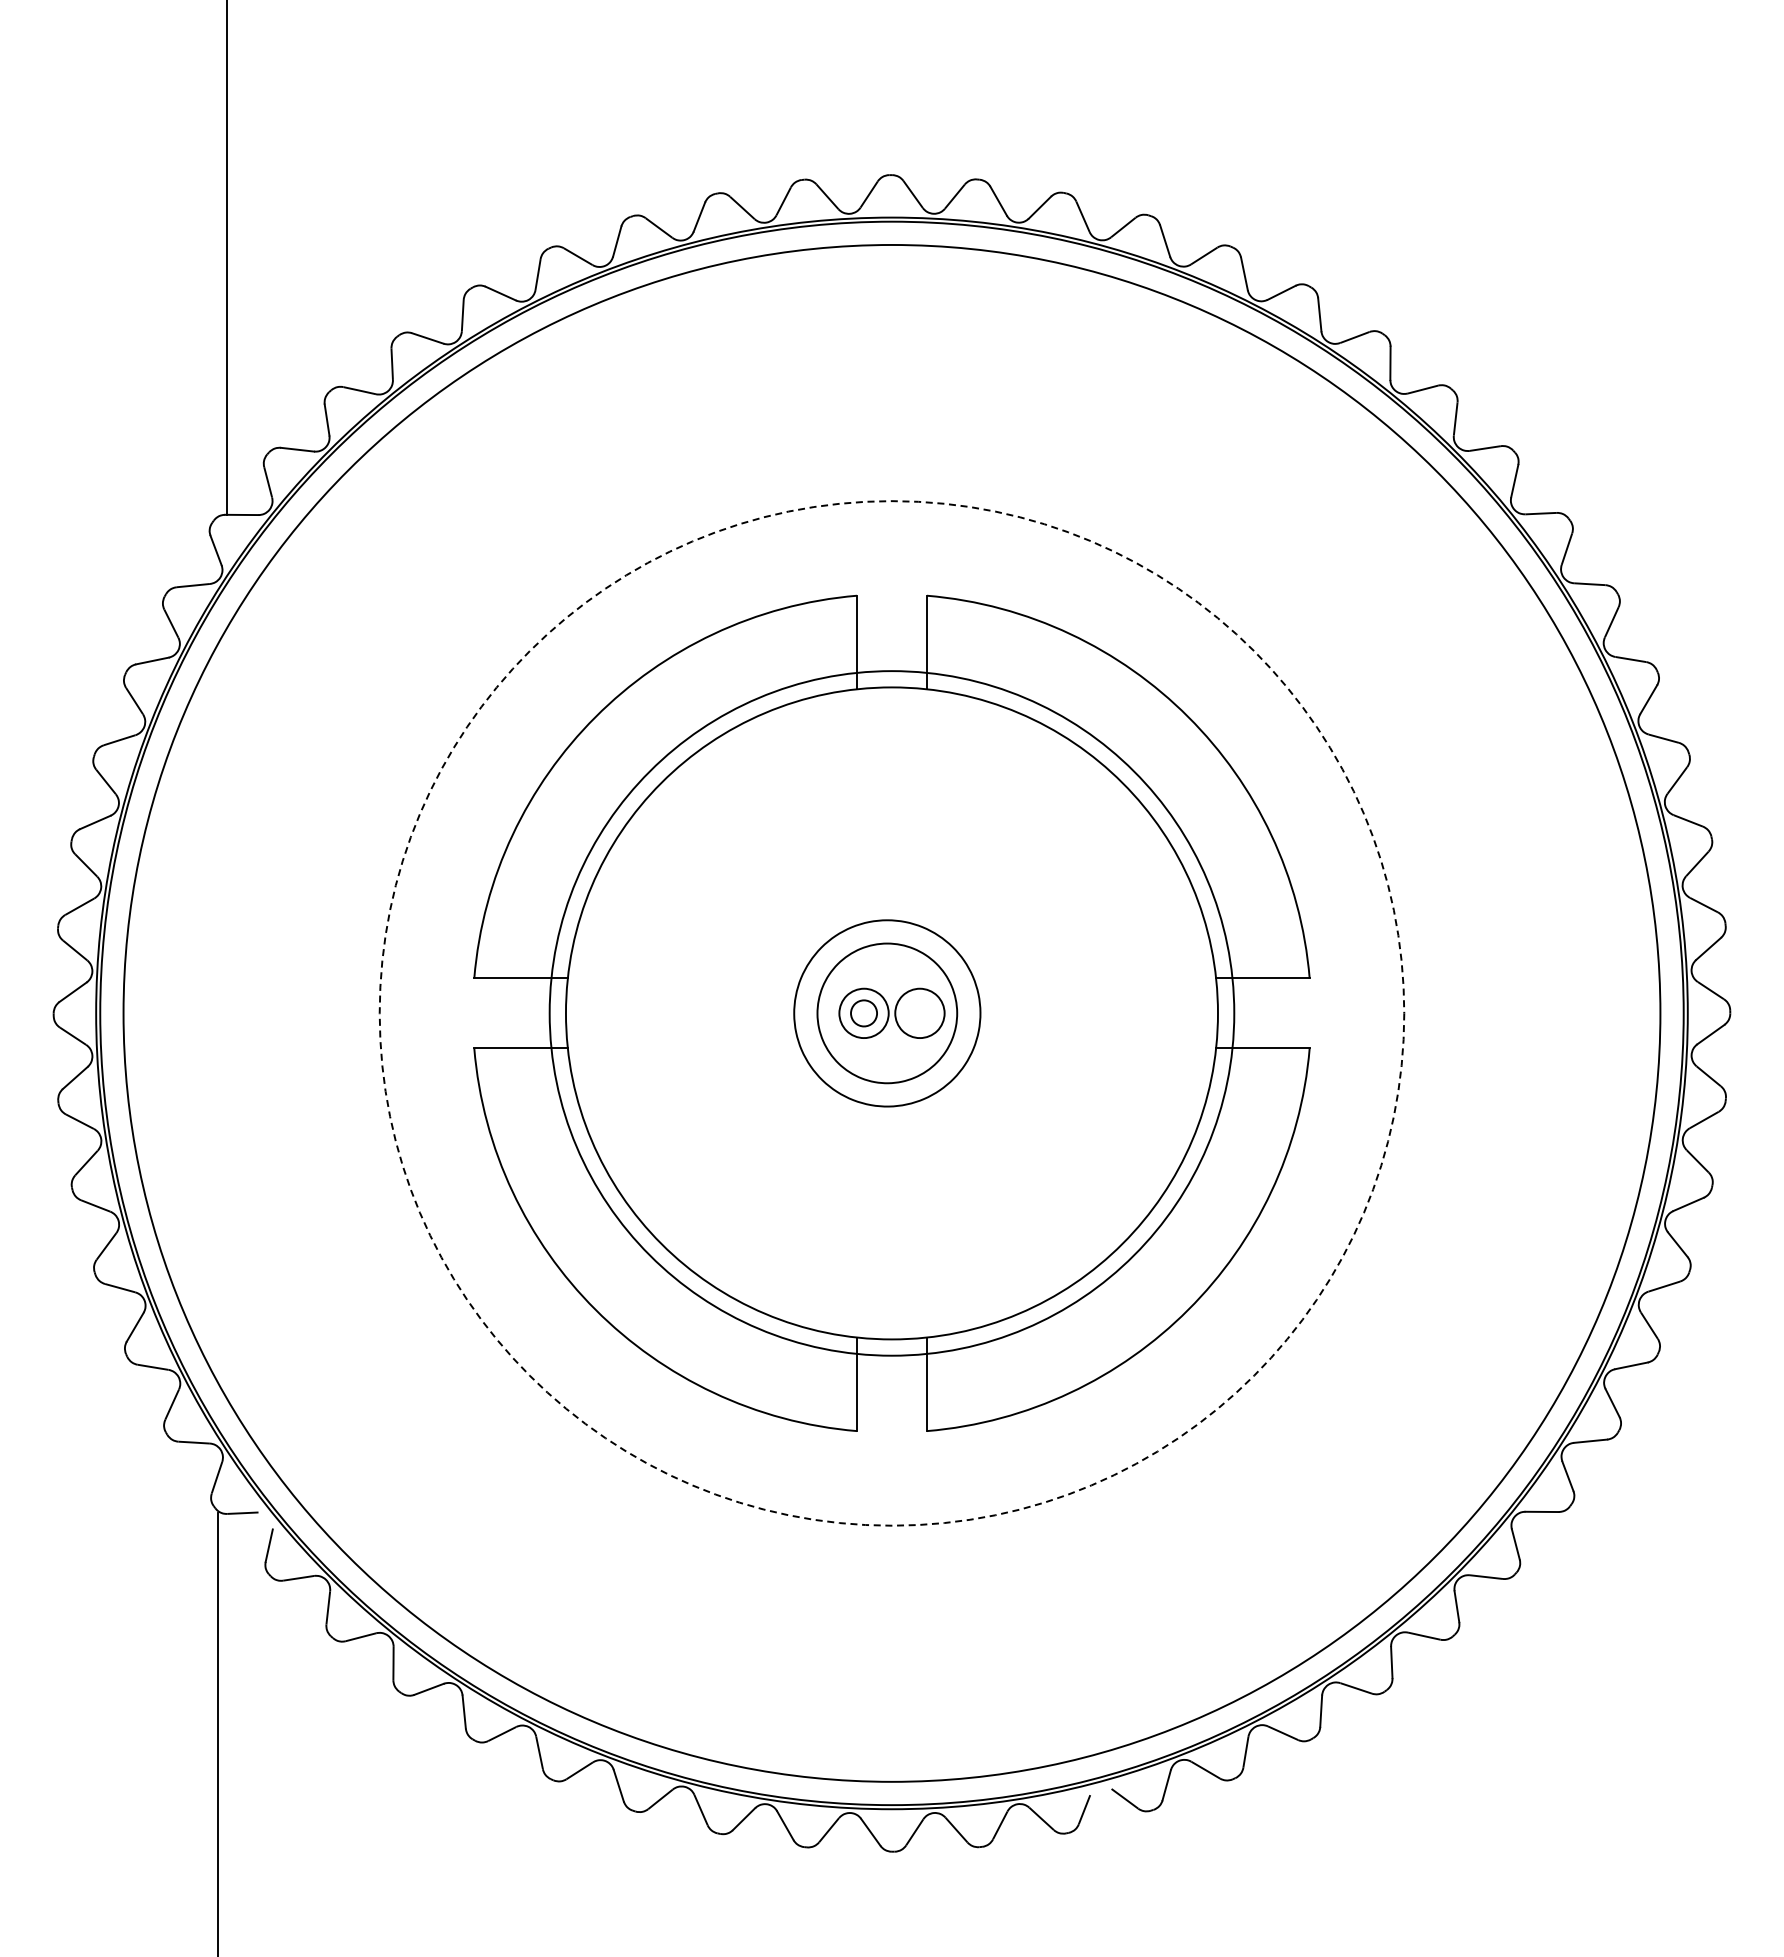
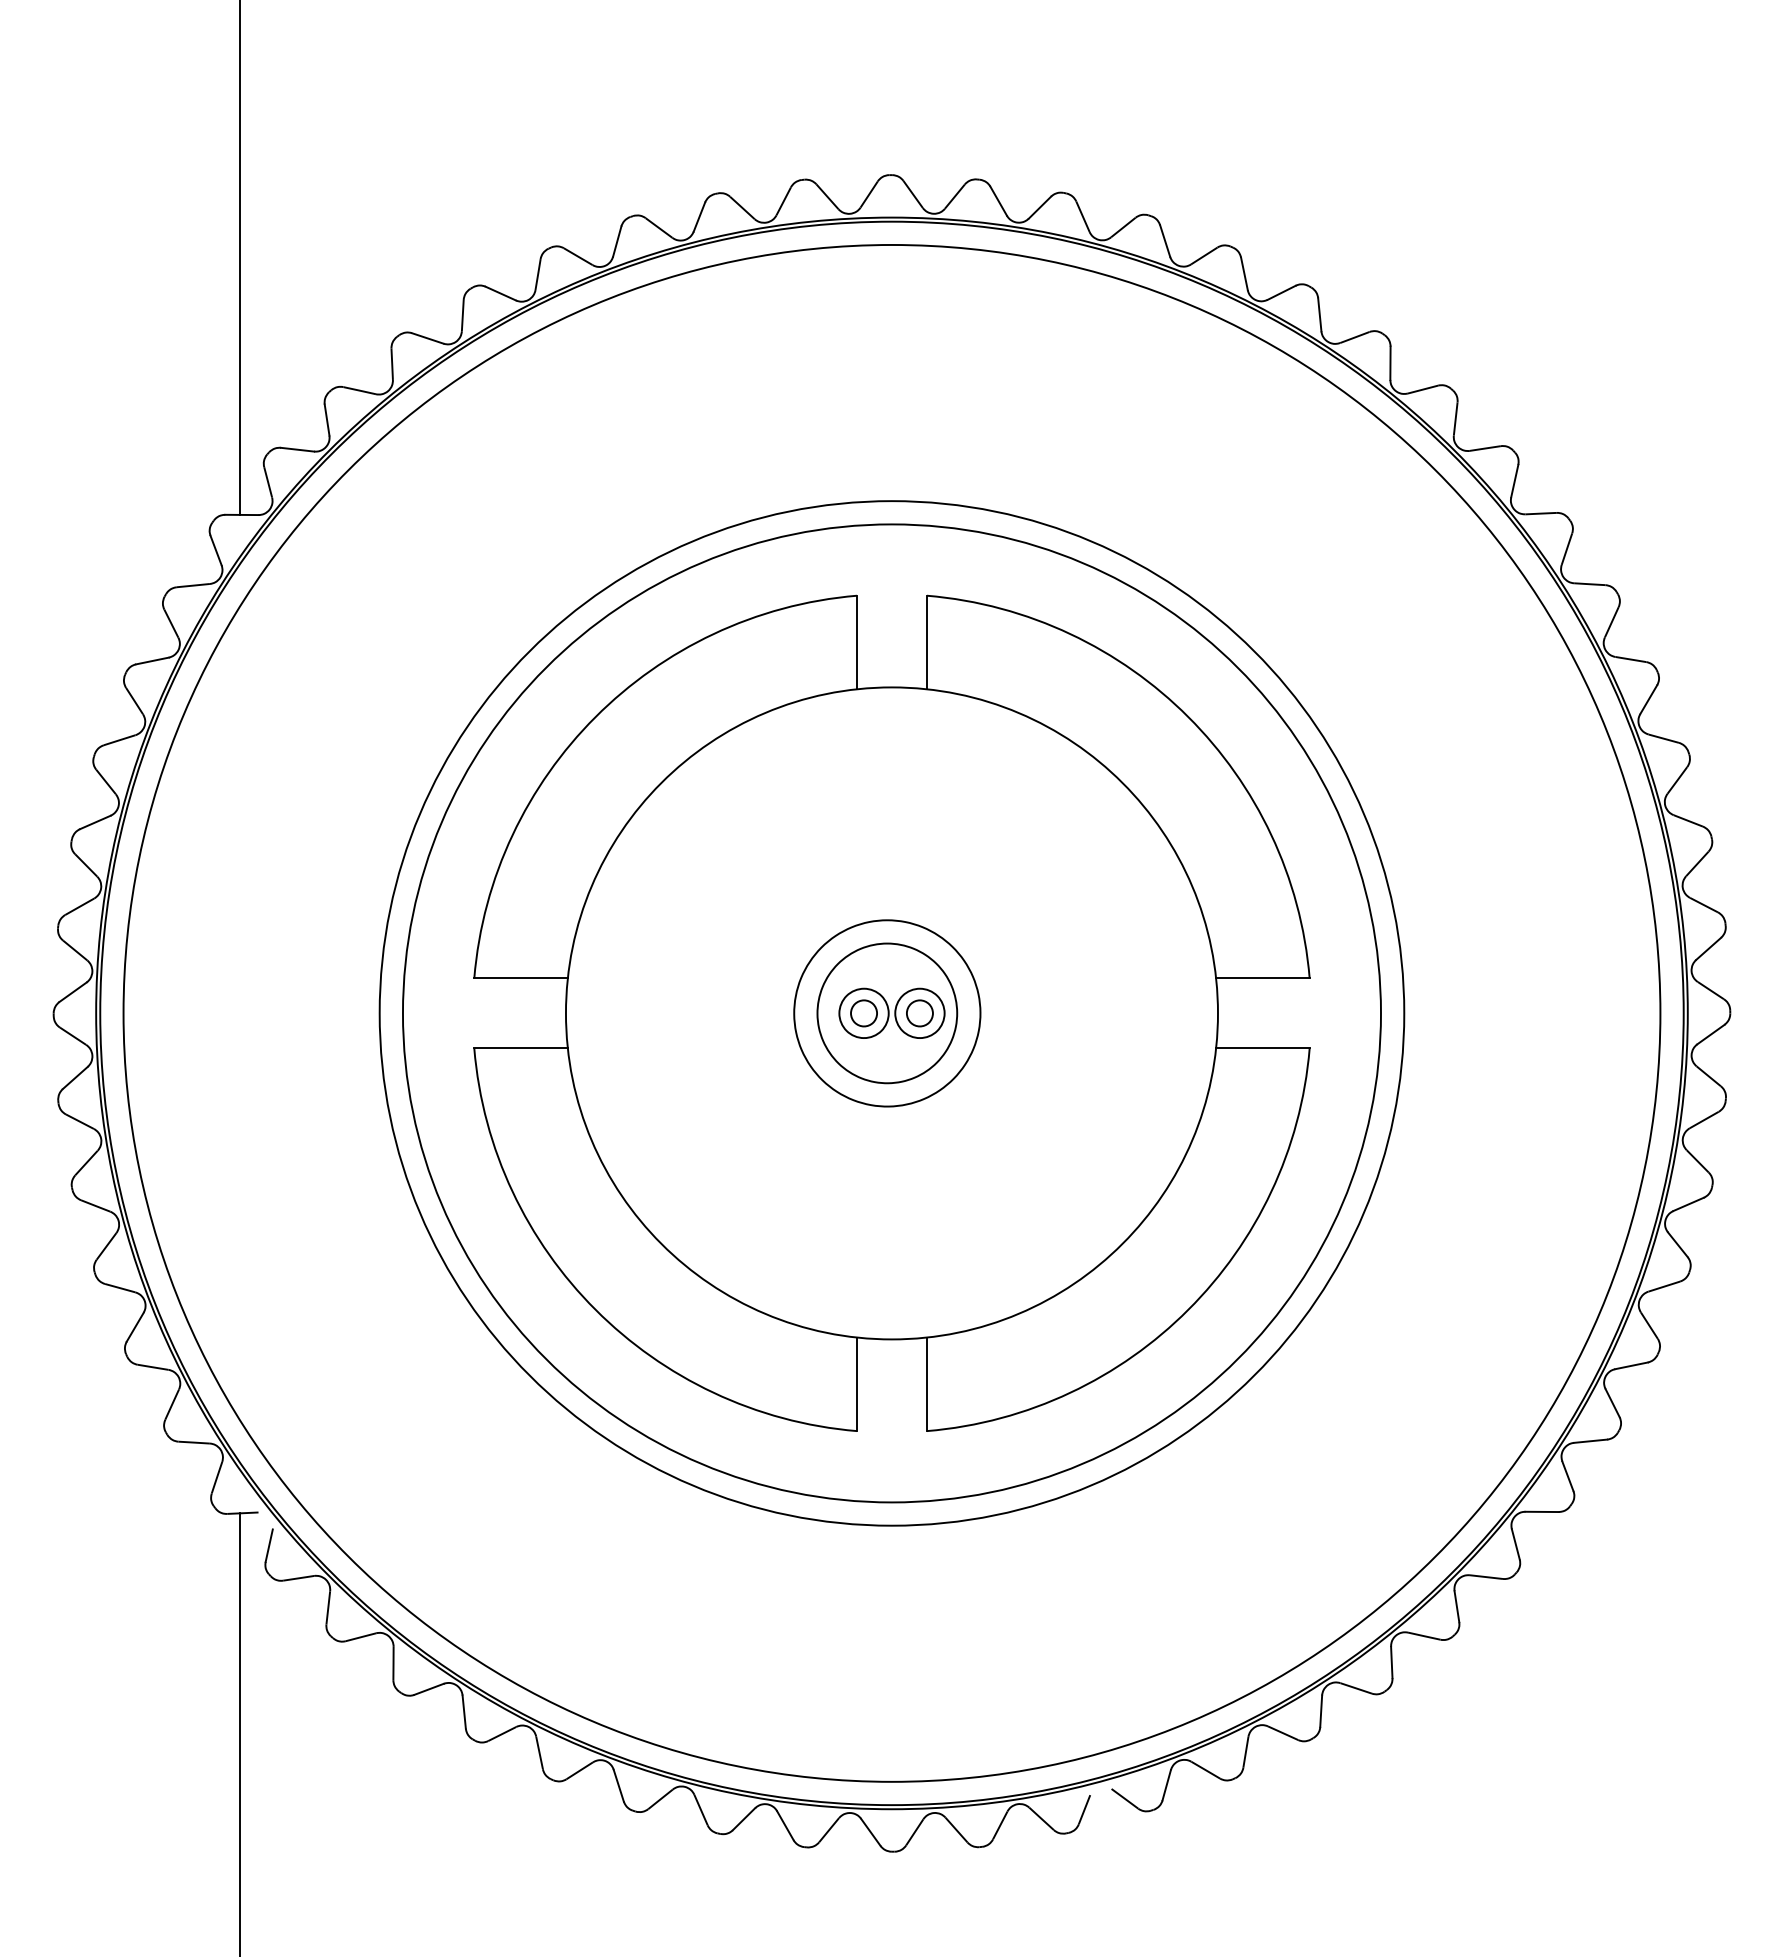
line at (226, 258) position: (226, 258) -> (239, 258)
circle at (891, 1013) diameter: 685 px -> 978 px
circle at (891, 1013): dashed -> solid
part at (919, 1013): none -> present
line at (217, 1733) position: (217, 1733) -> (239, 1733)
